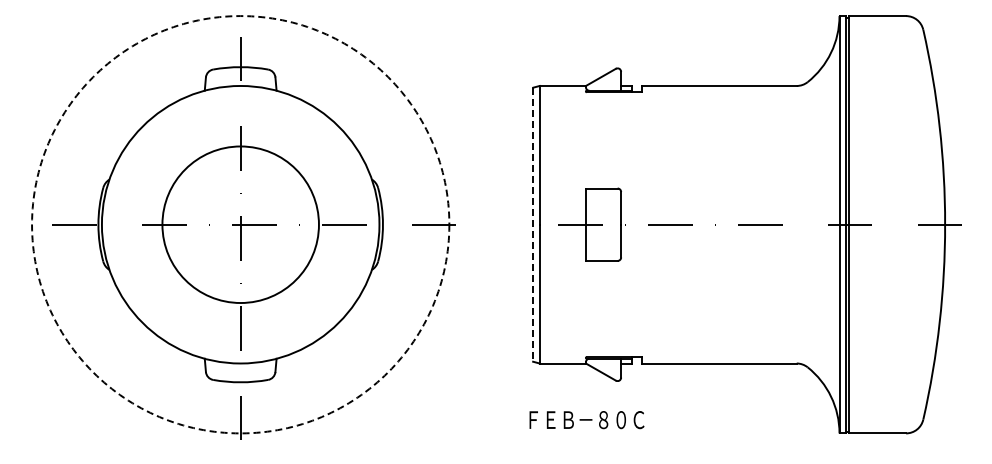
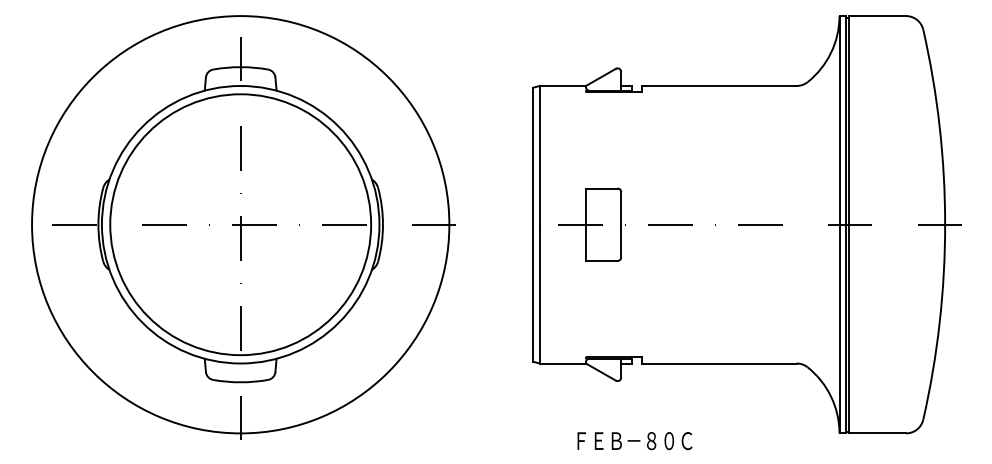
circle at (240, 224) diameter: 157 px -> 261 px
circle at (240, 224): dashed -> solid
line at (533, 224): dashed -> solid
text at (586, 420) position: (586, 420) -> (634, 441)
